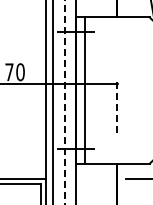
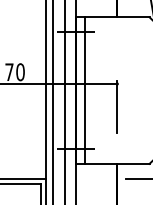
line at (64, 102): dashed -> solid
line at (117, 106): dashed -> solid
